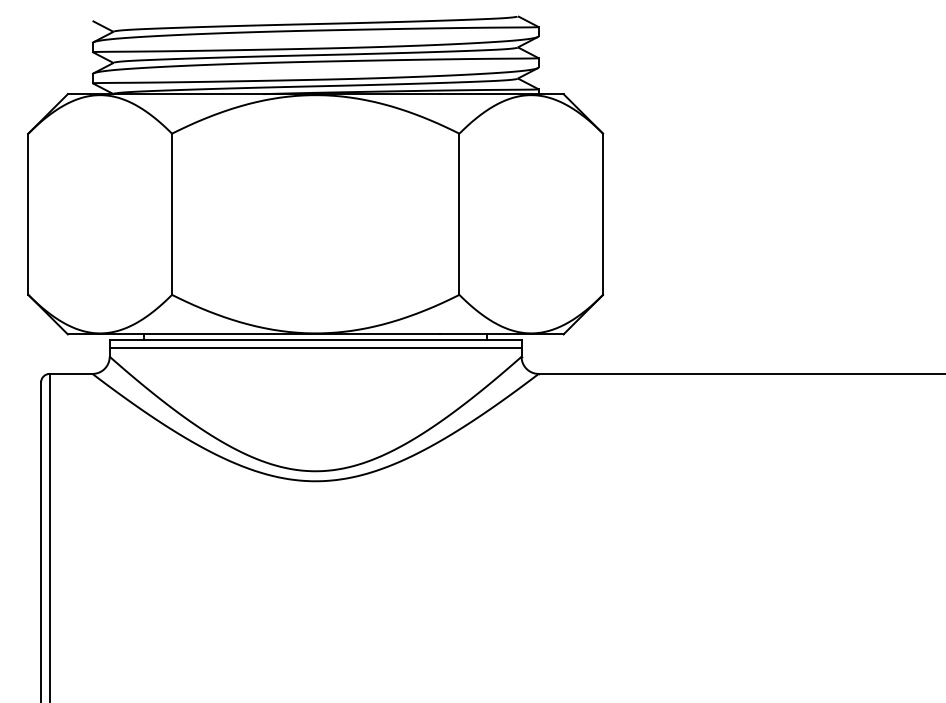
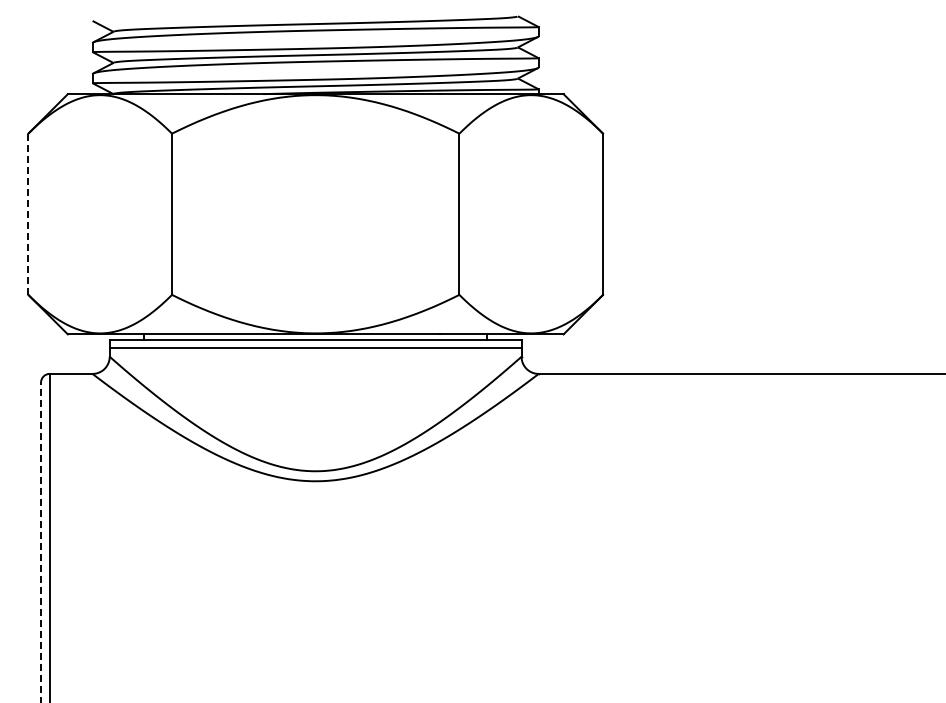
line at (28, 214): solid -> dashed
line at (41, 542): solid -> dashed
